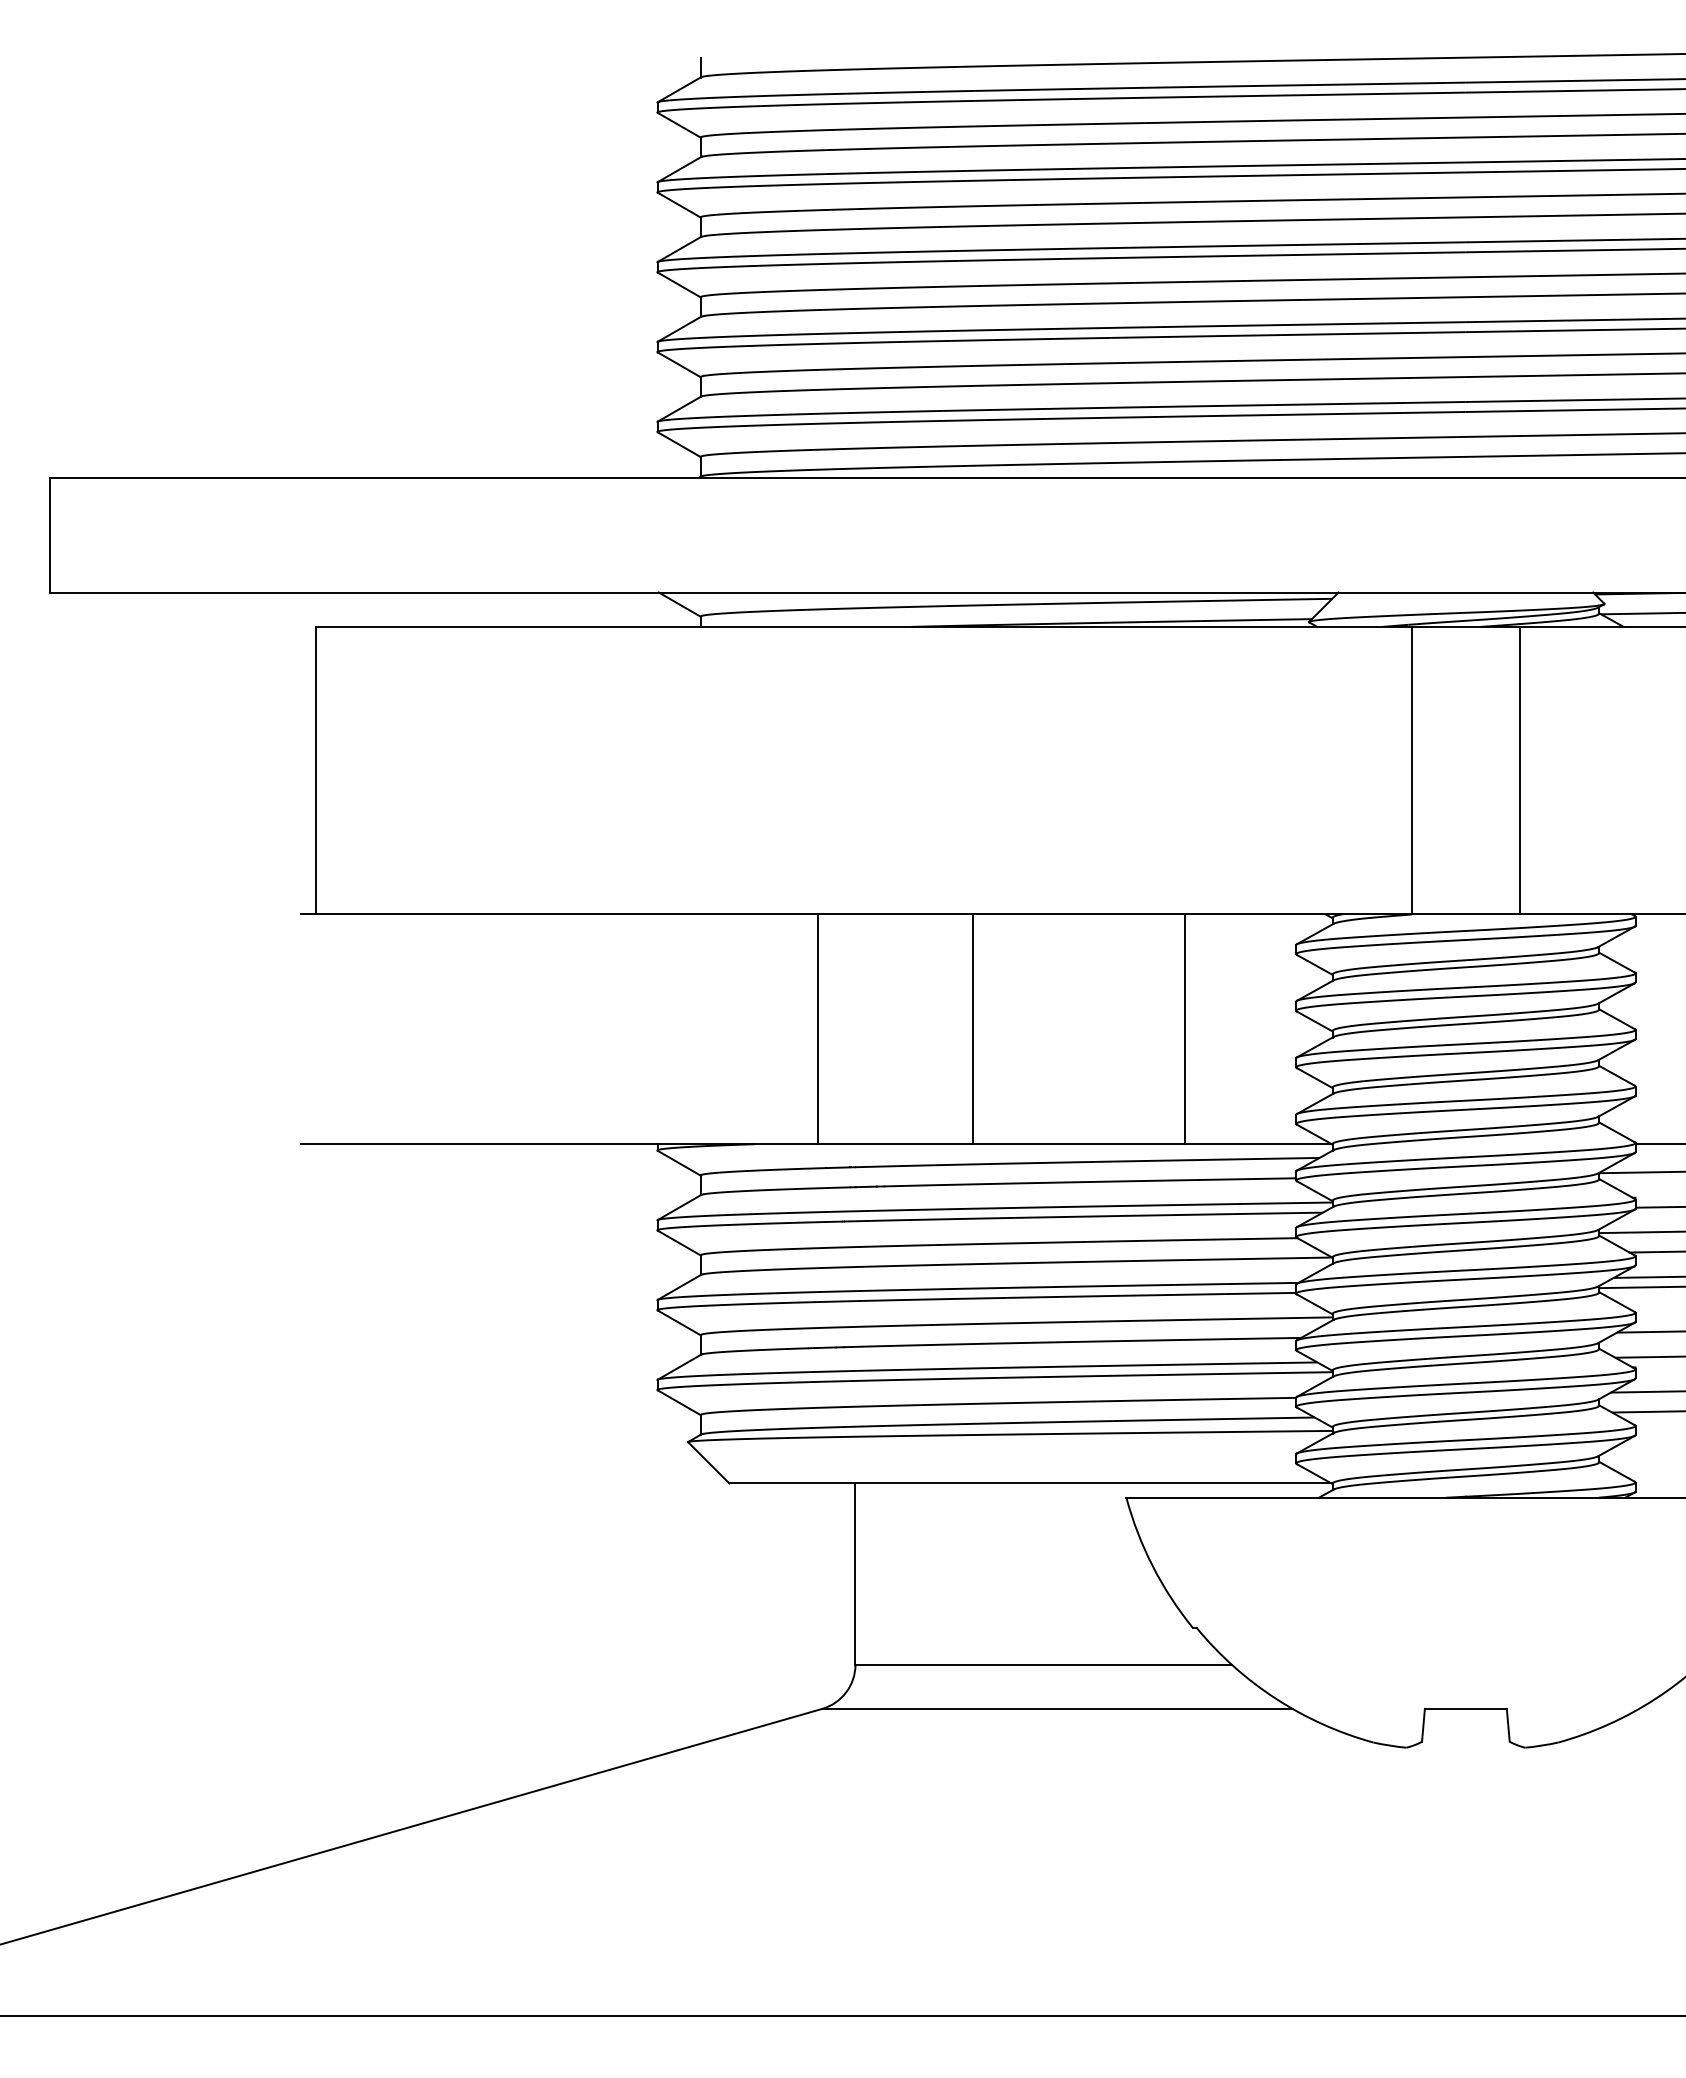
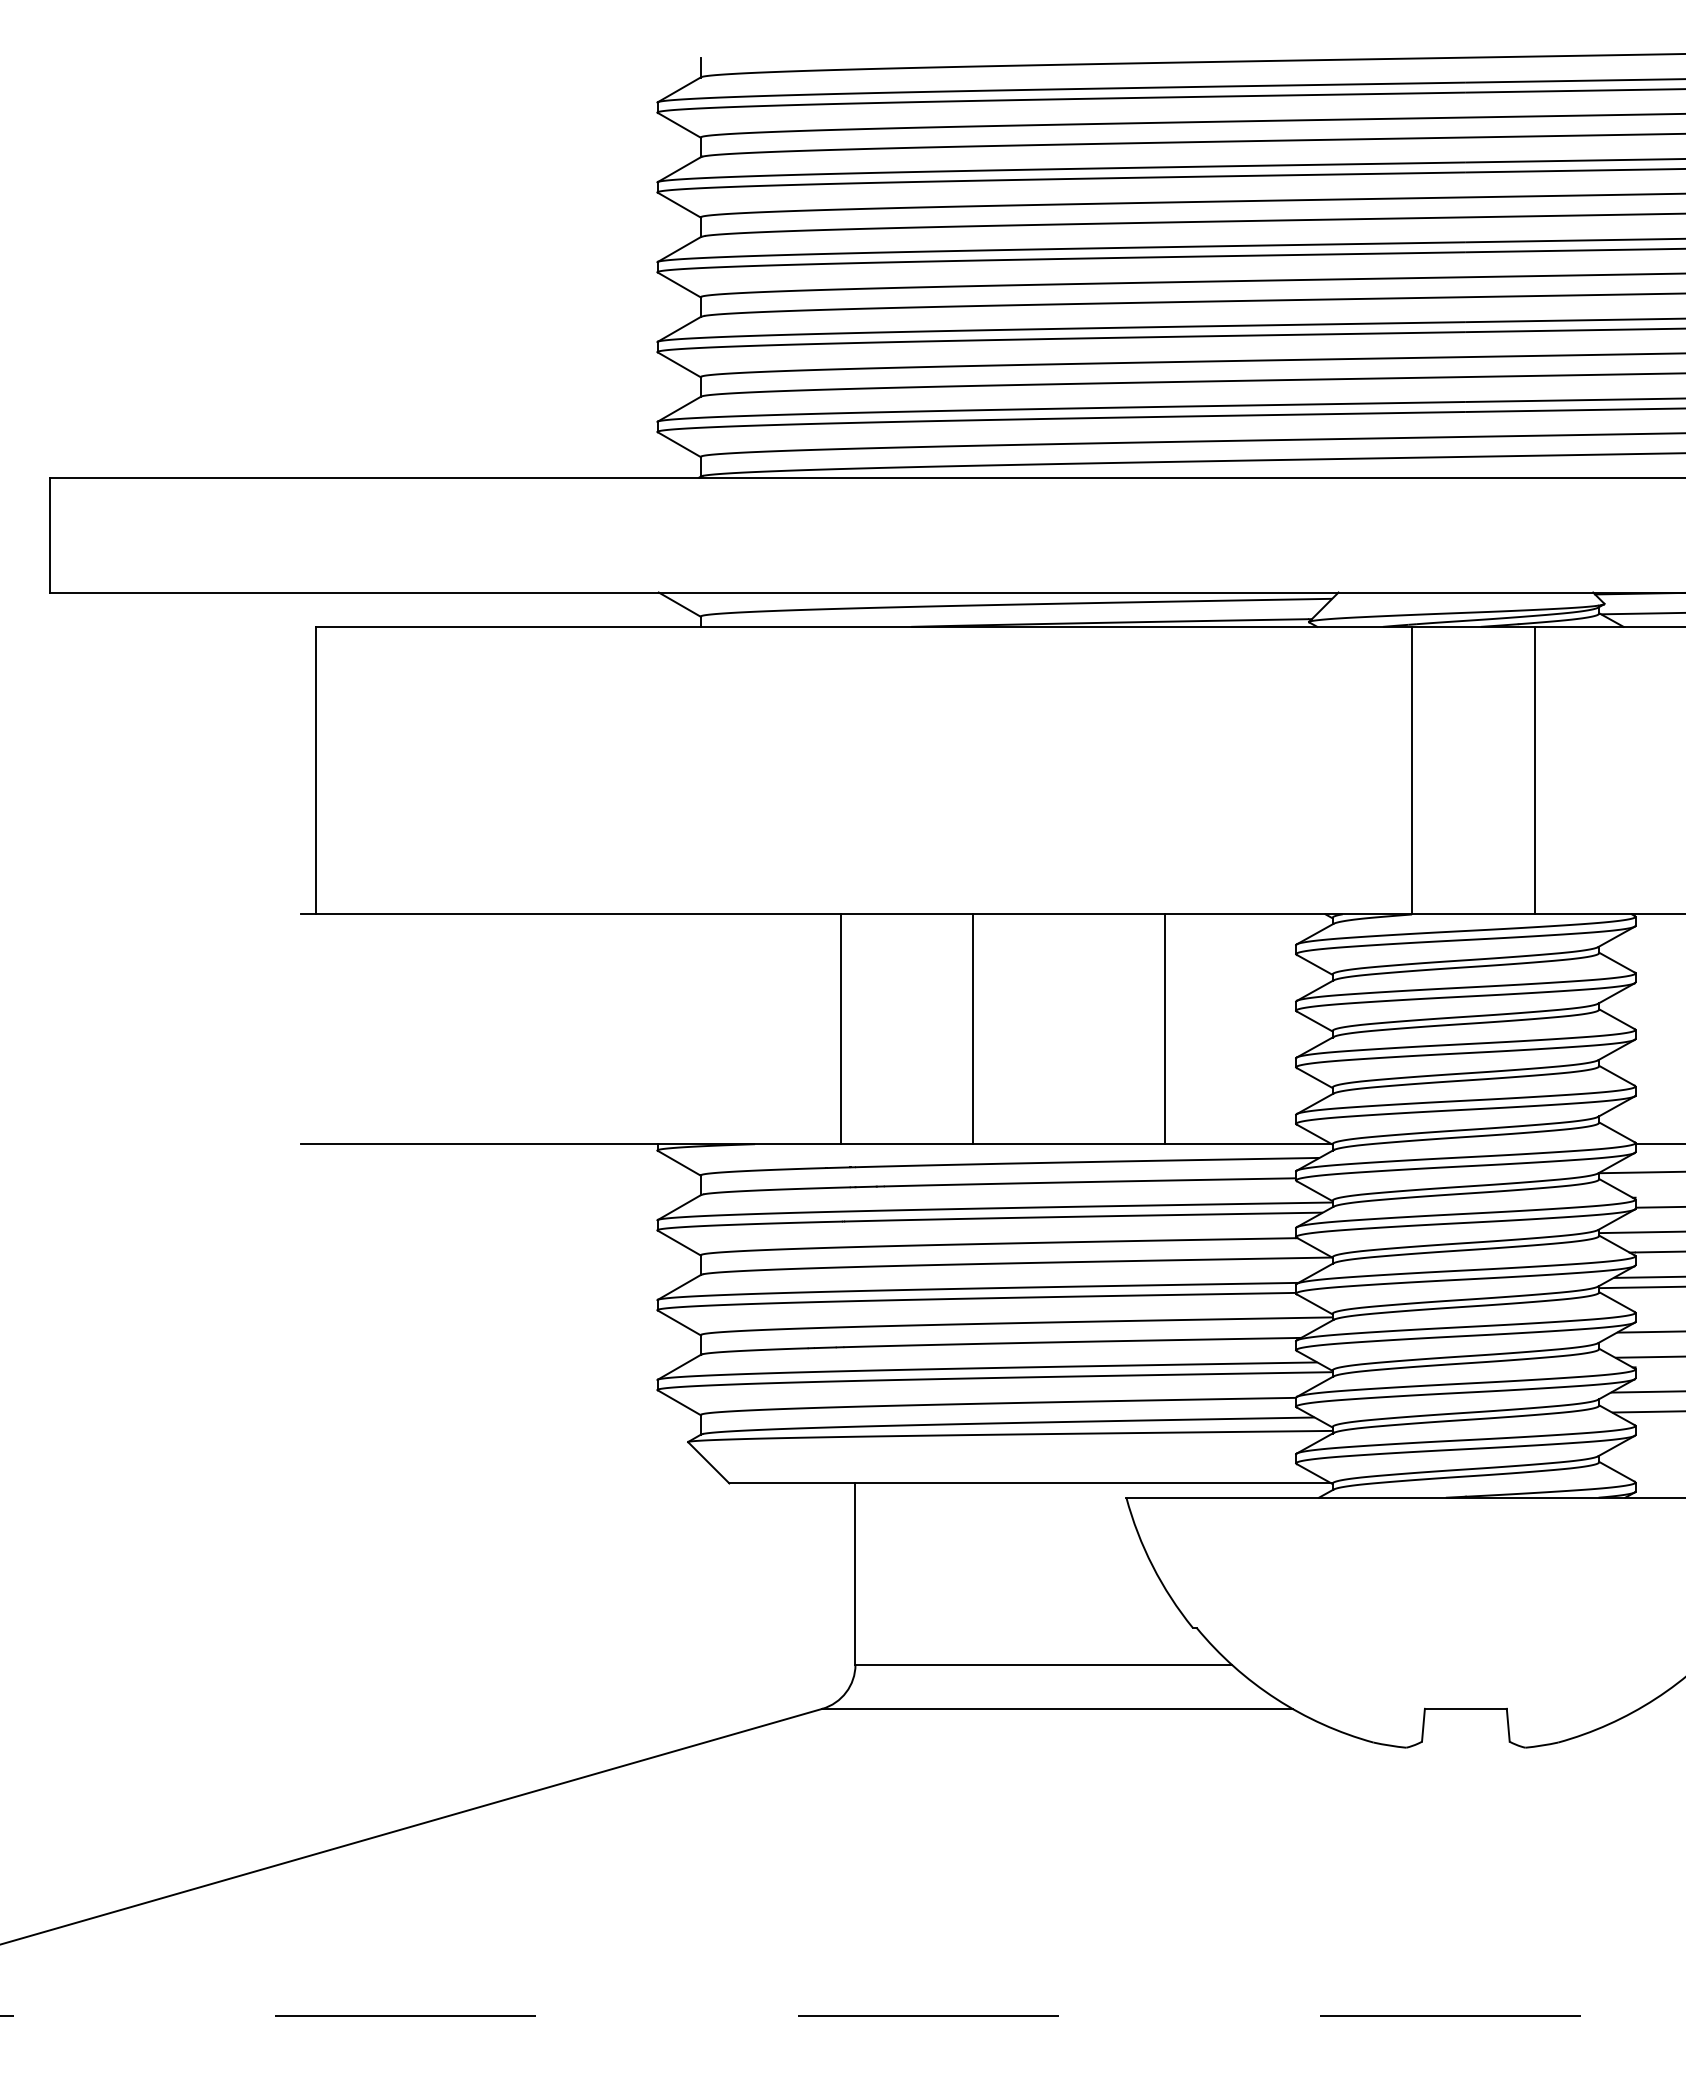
line at (1519, 770) position: (1519, 770) -> (1534, 770)
line at (817, 1029) position: (817, 1029) -> (840, 1029)
line at (1185, 1029) position: (1185, 1029) -> (1165, 1029)
line at (843, 2015): solid -> dashed
